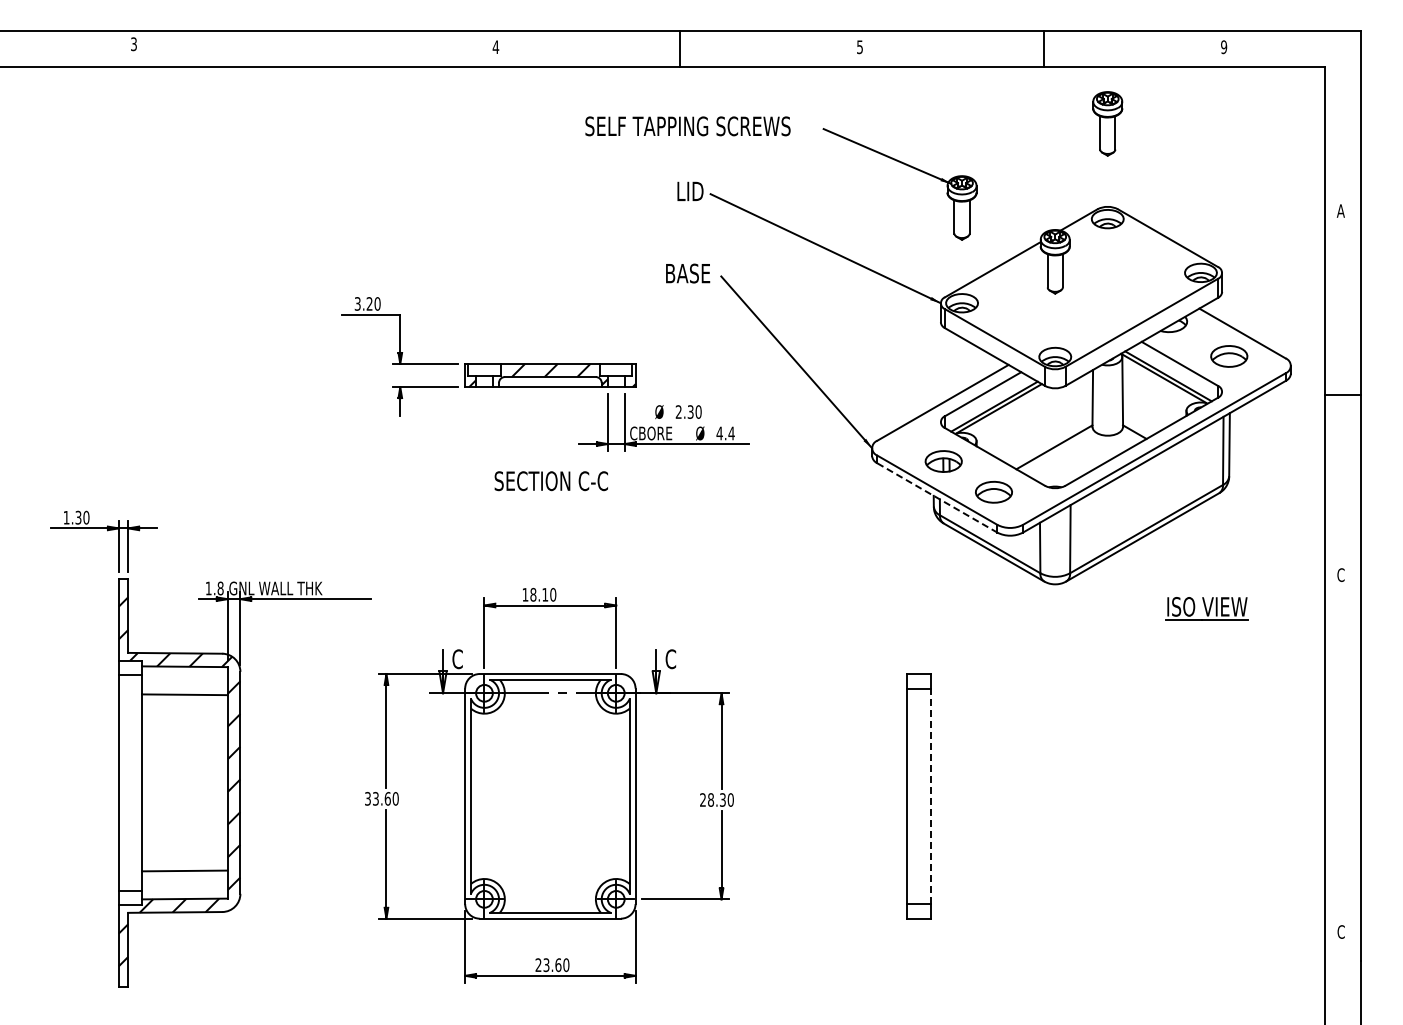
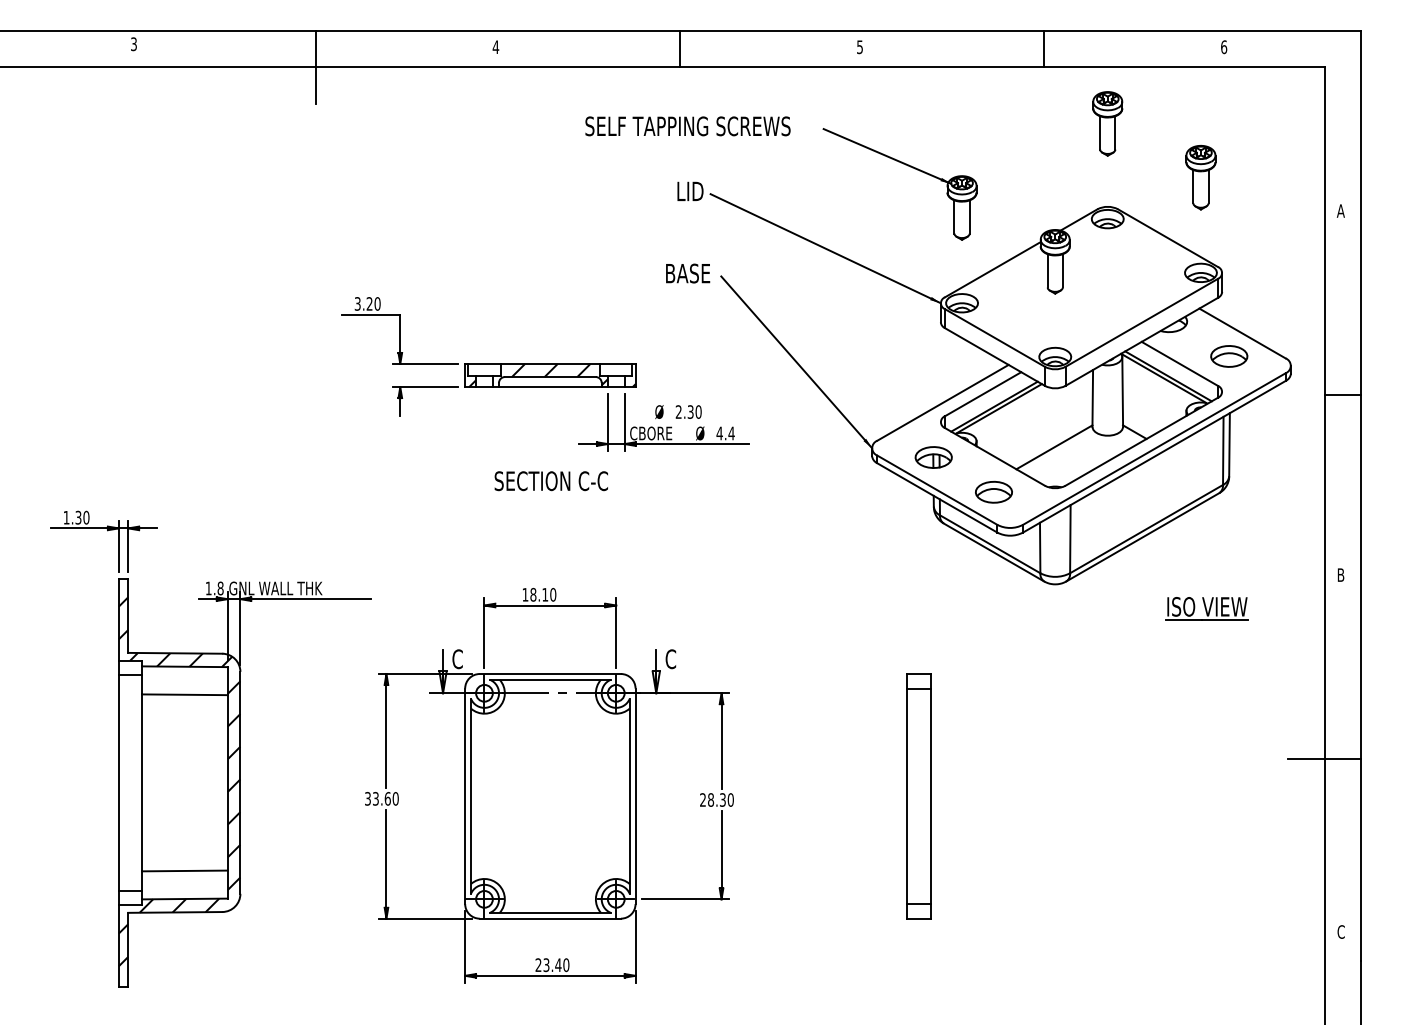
text at (1224, 47): 9 -> 6
line at (316, 66): none -> present
part at (1200, 177): none -> present
part at (943, 461) position: (943, 461) -> (933, 457)
line at (937, 498): dashed -> solid
text at (1340, 575): C -> B
line at (1324, 758): none -> present
line at (930, 796): dashed -> solid
text at (558, 965): 23.60 -> 23.40
